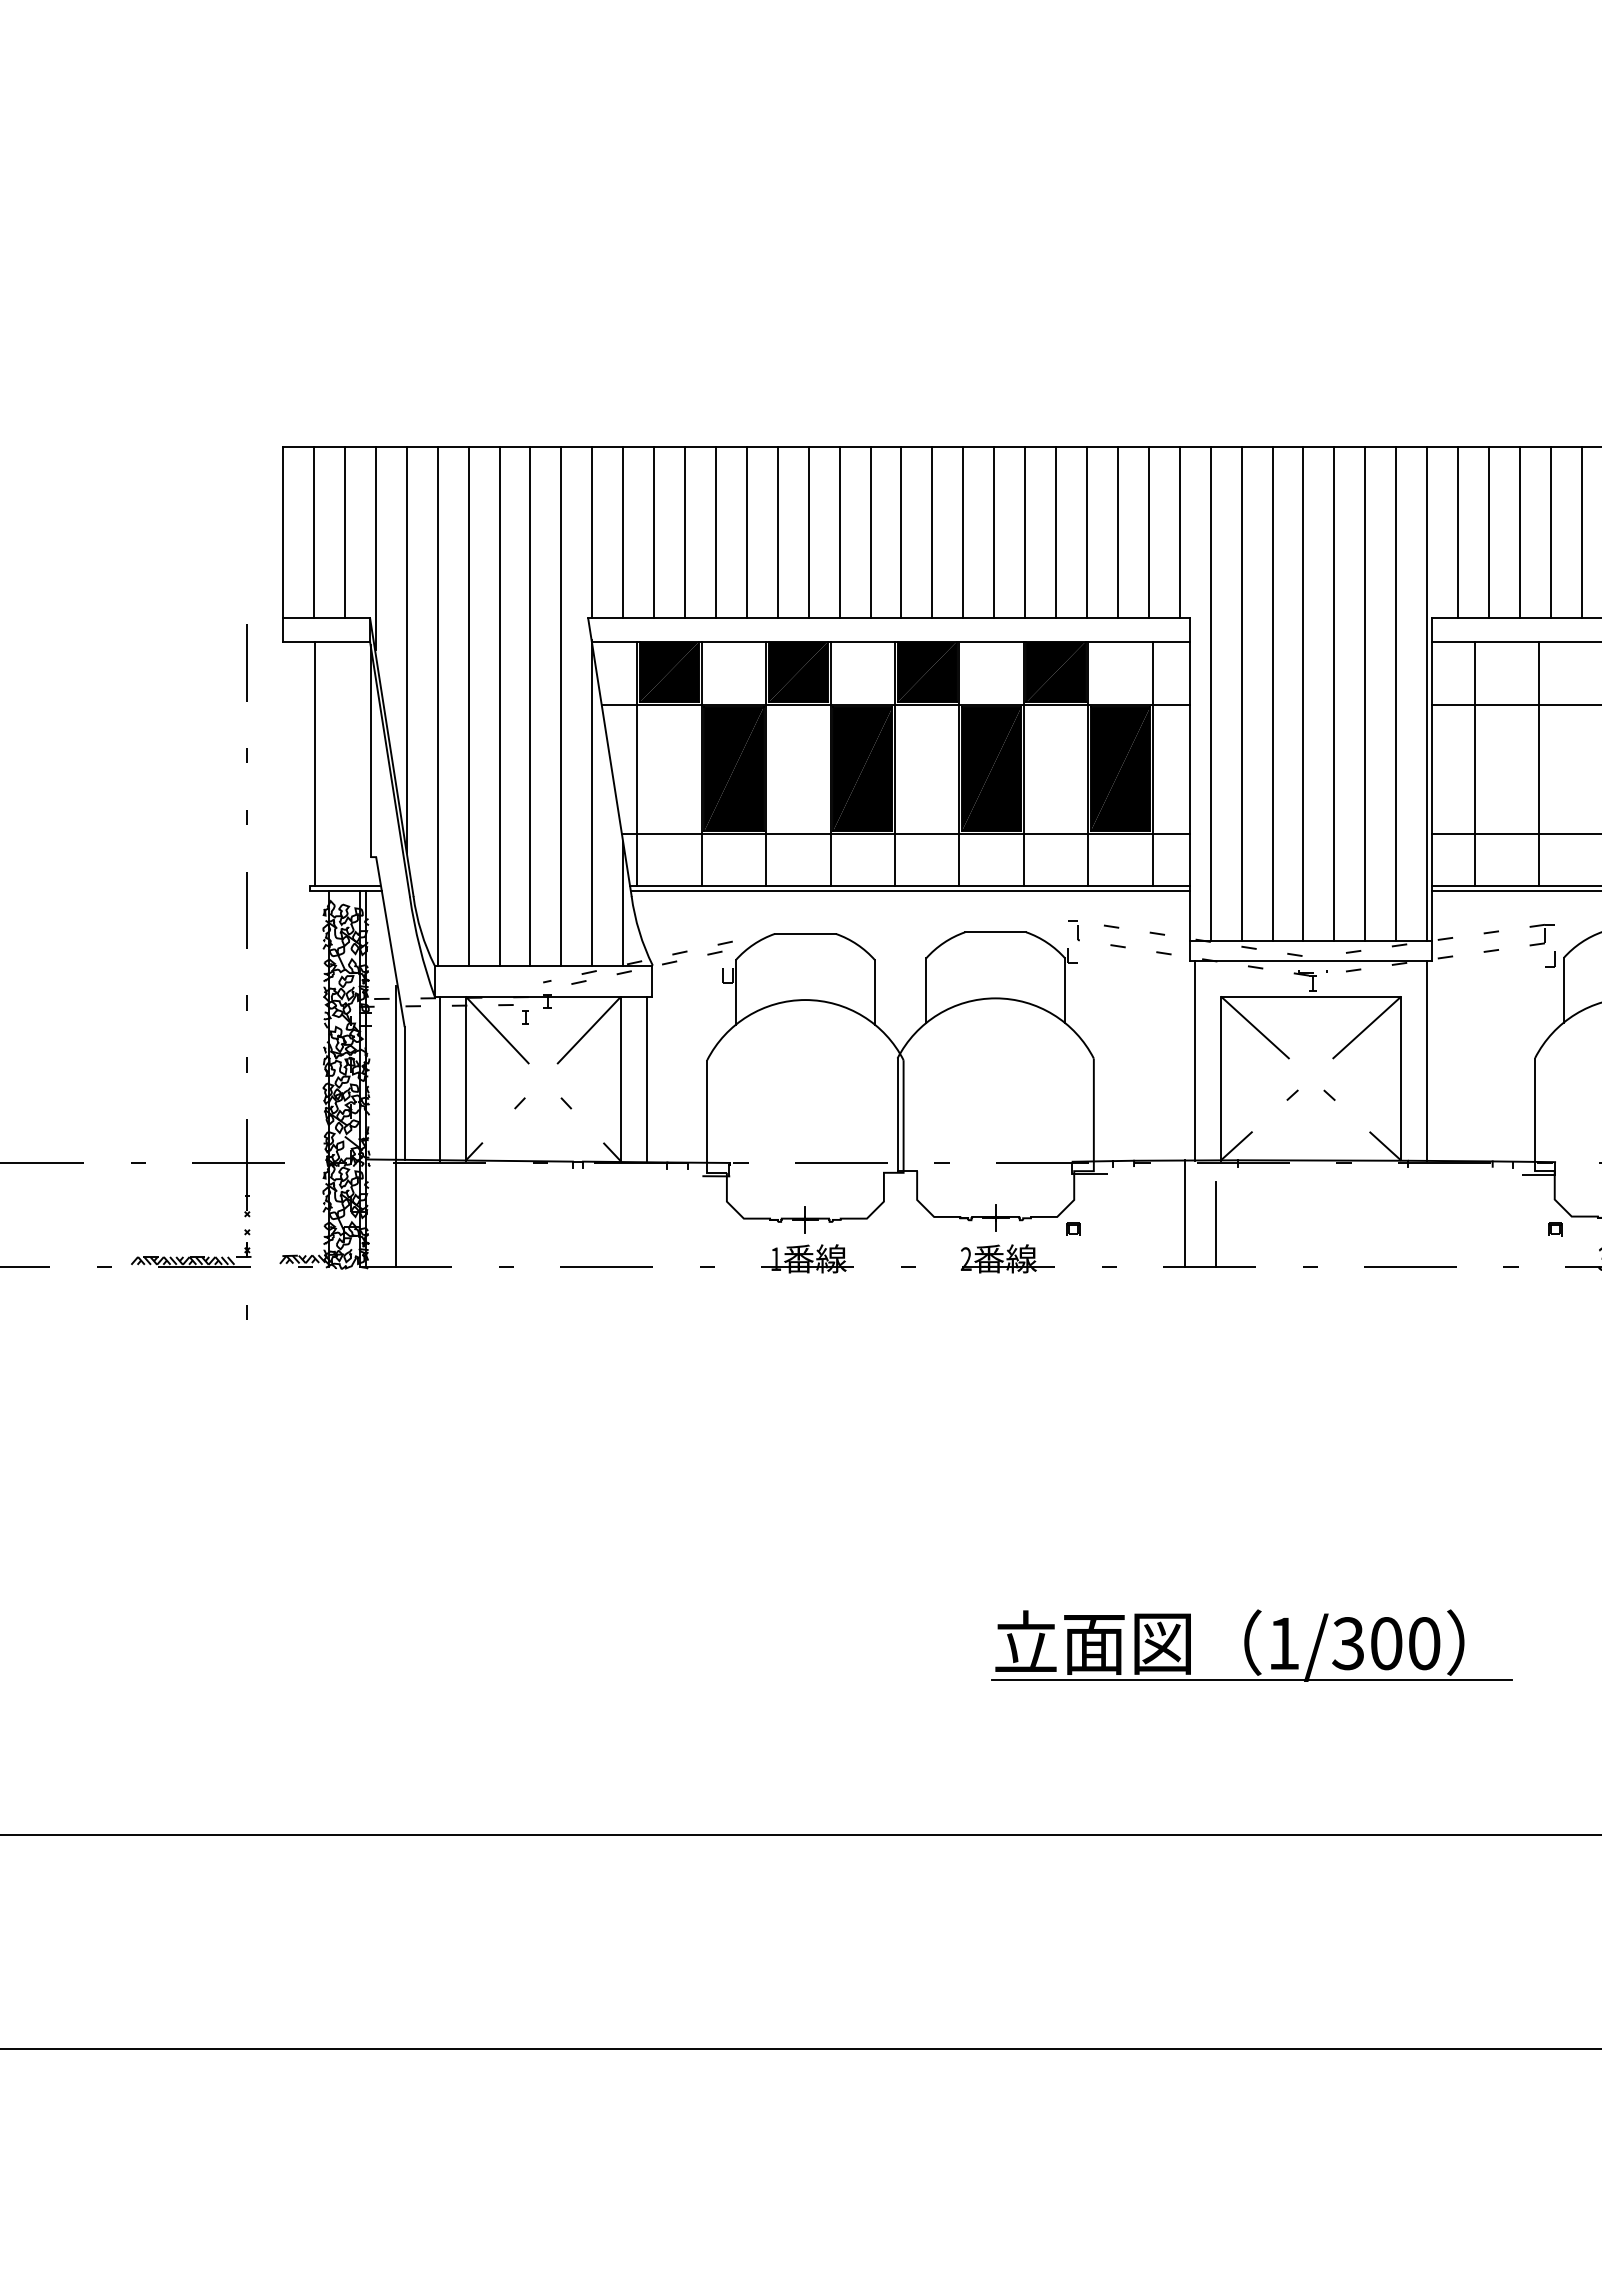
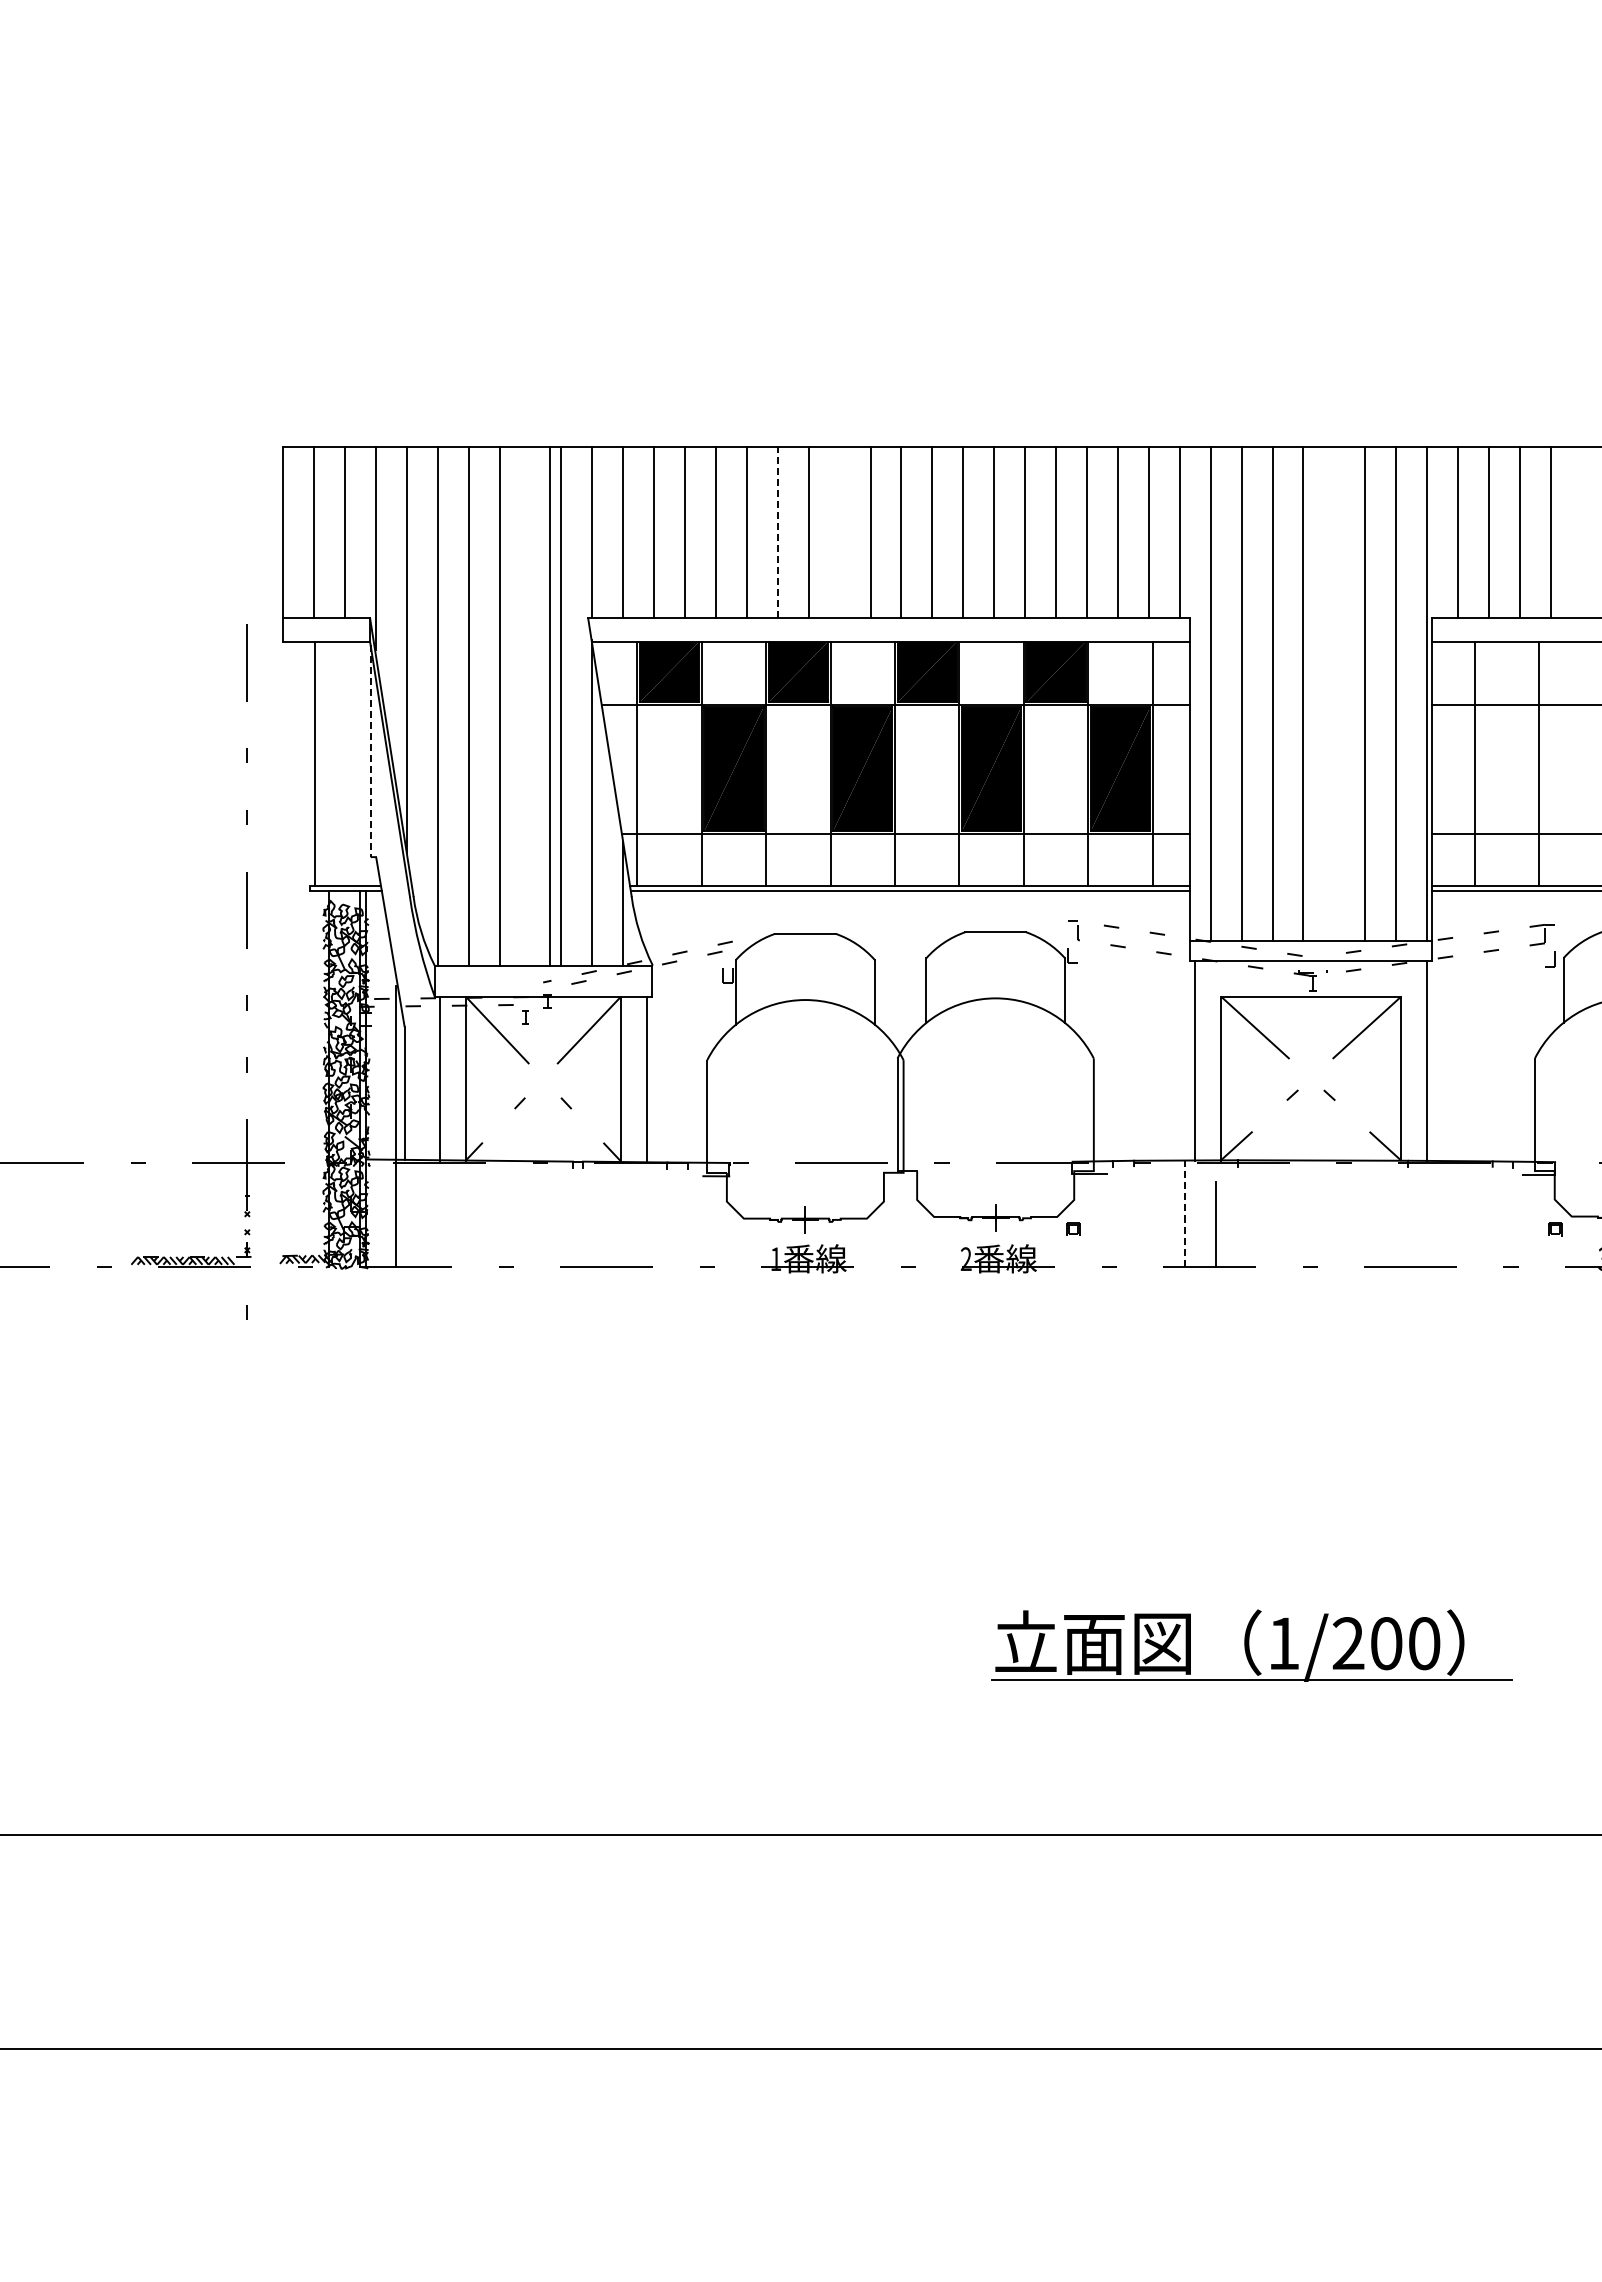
line at (777, 532): solid -> dashed
line at (839, 532): present -> none
line at (1581, 532): present -> none
line at (1334, 693): present -> none
line at (530, 706) position: (530, 706) -> (550, 706)
line at (370, 751): solid -> dashed
line at (1184, 1214): solid -> dashed
text at (1348, 1643): 1/300 -> 1/200
